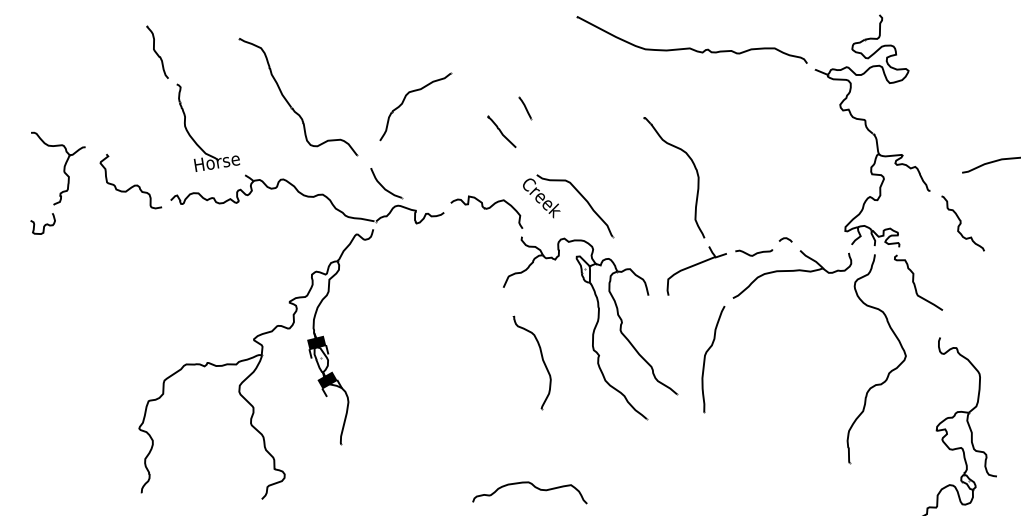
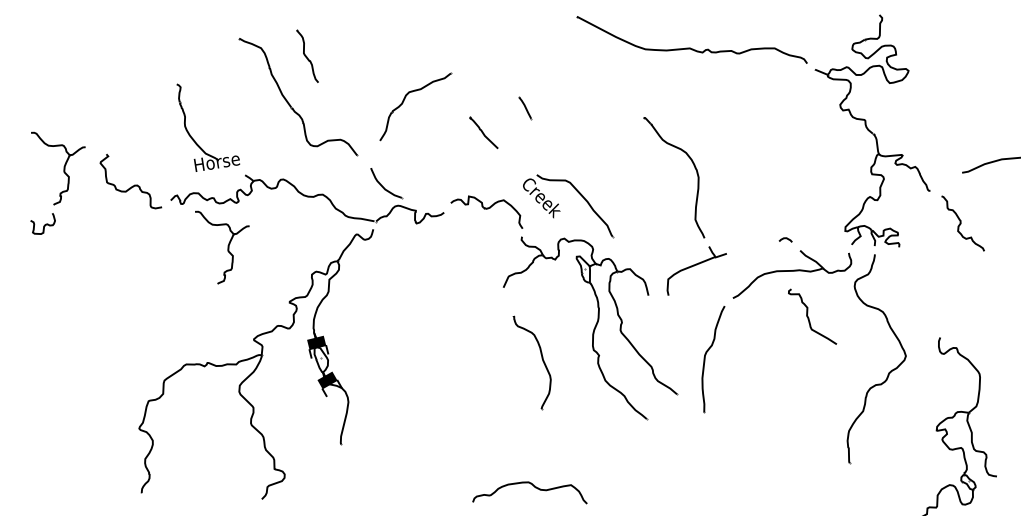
part at (157, 51) position: (157, 51) -> (307, 55)
part at (501, 131) position: (501, 131) -> (483, 132)
part at (222, 247): none -> present
curve at (754, 253): present -> none
curve at (915, 284) position: (915, 284) -> (809, 318)
